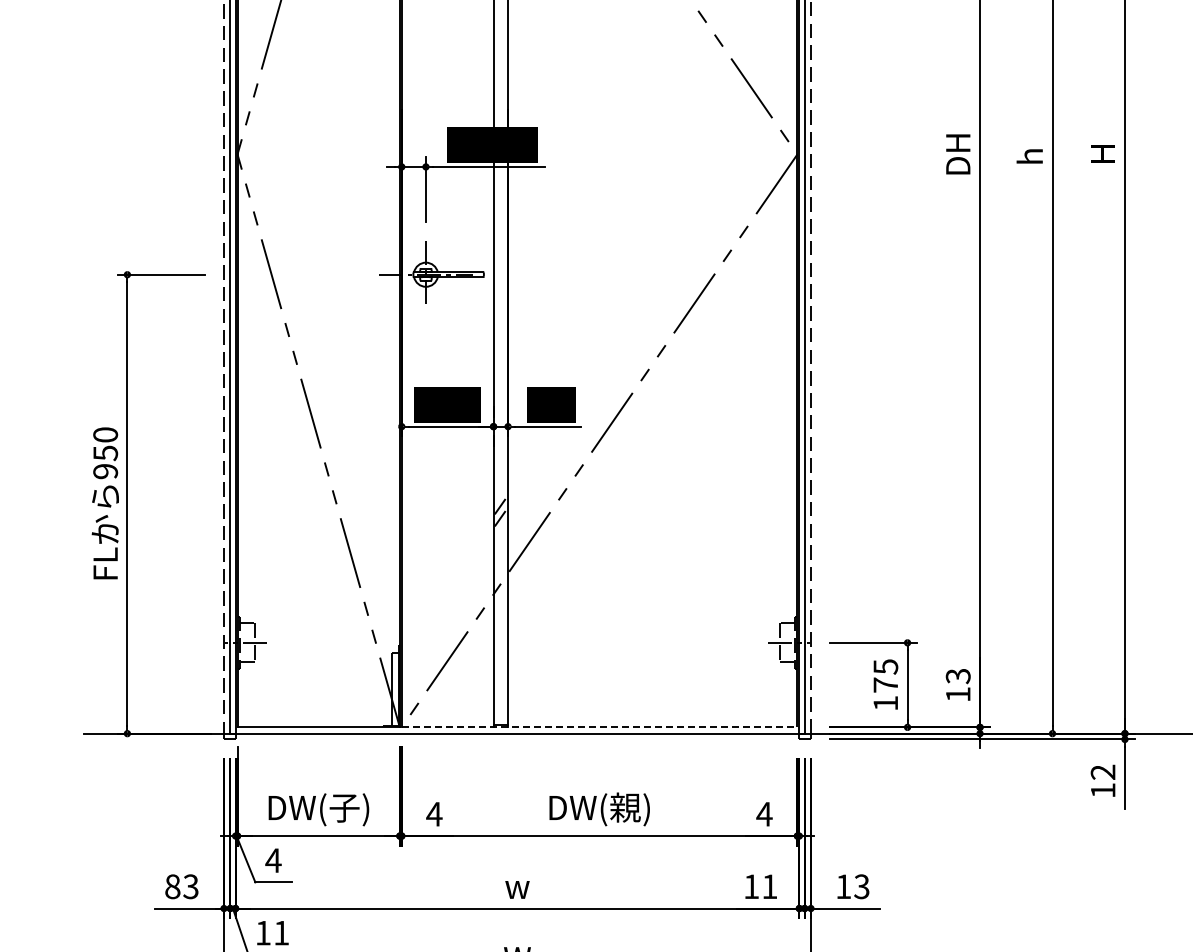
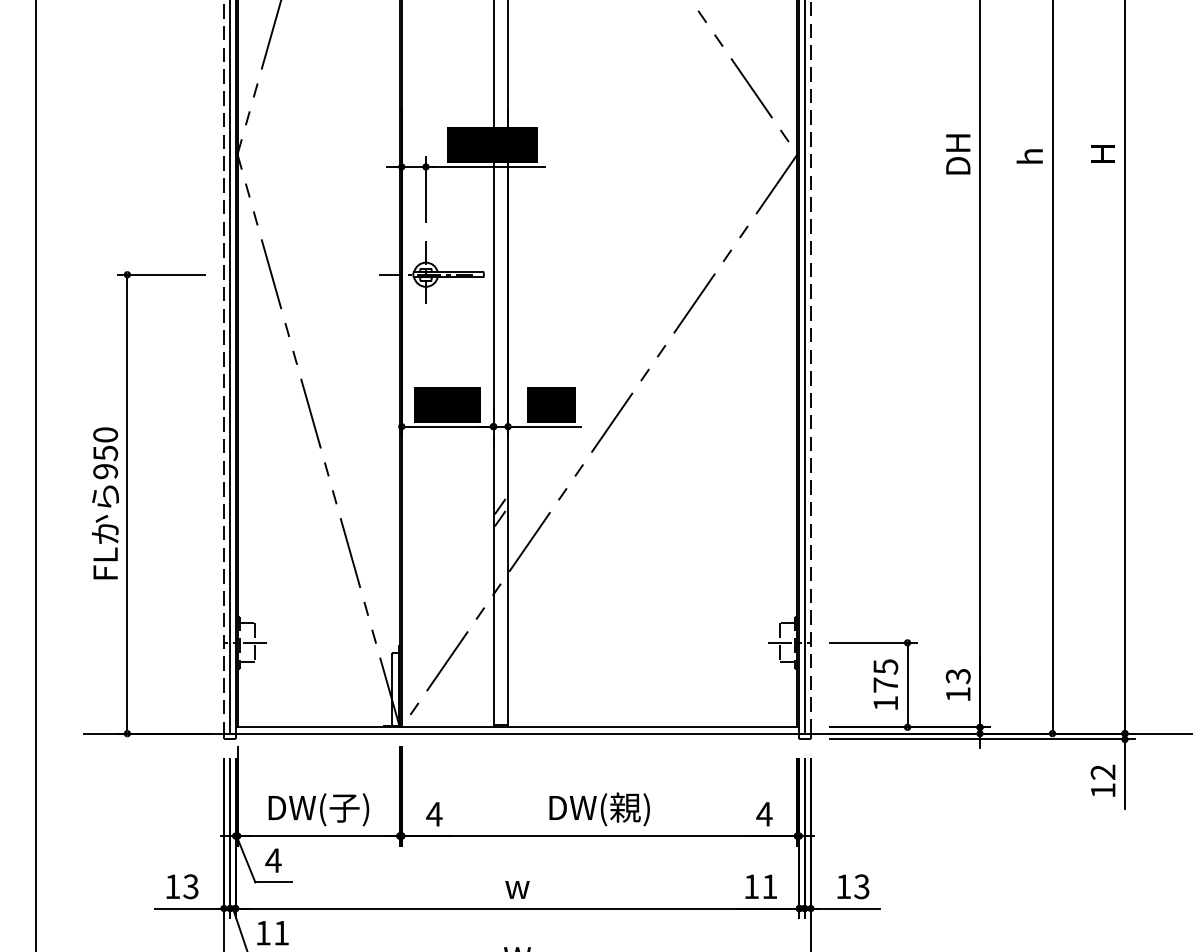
line at (35, 475): none -> present
line at (599, 727): dashed -> solid
text at (172, 886): 83 -> 13
